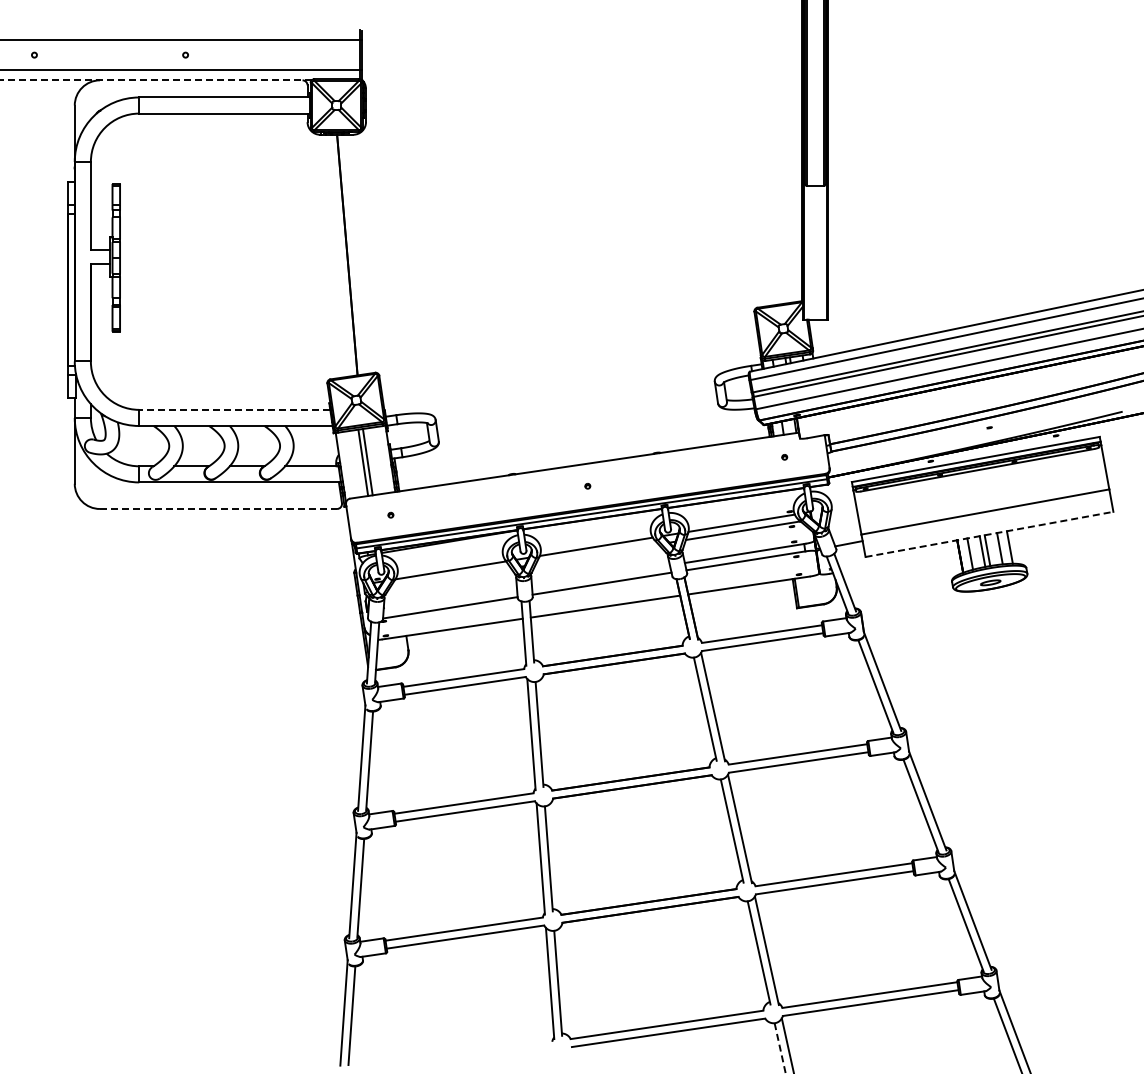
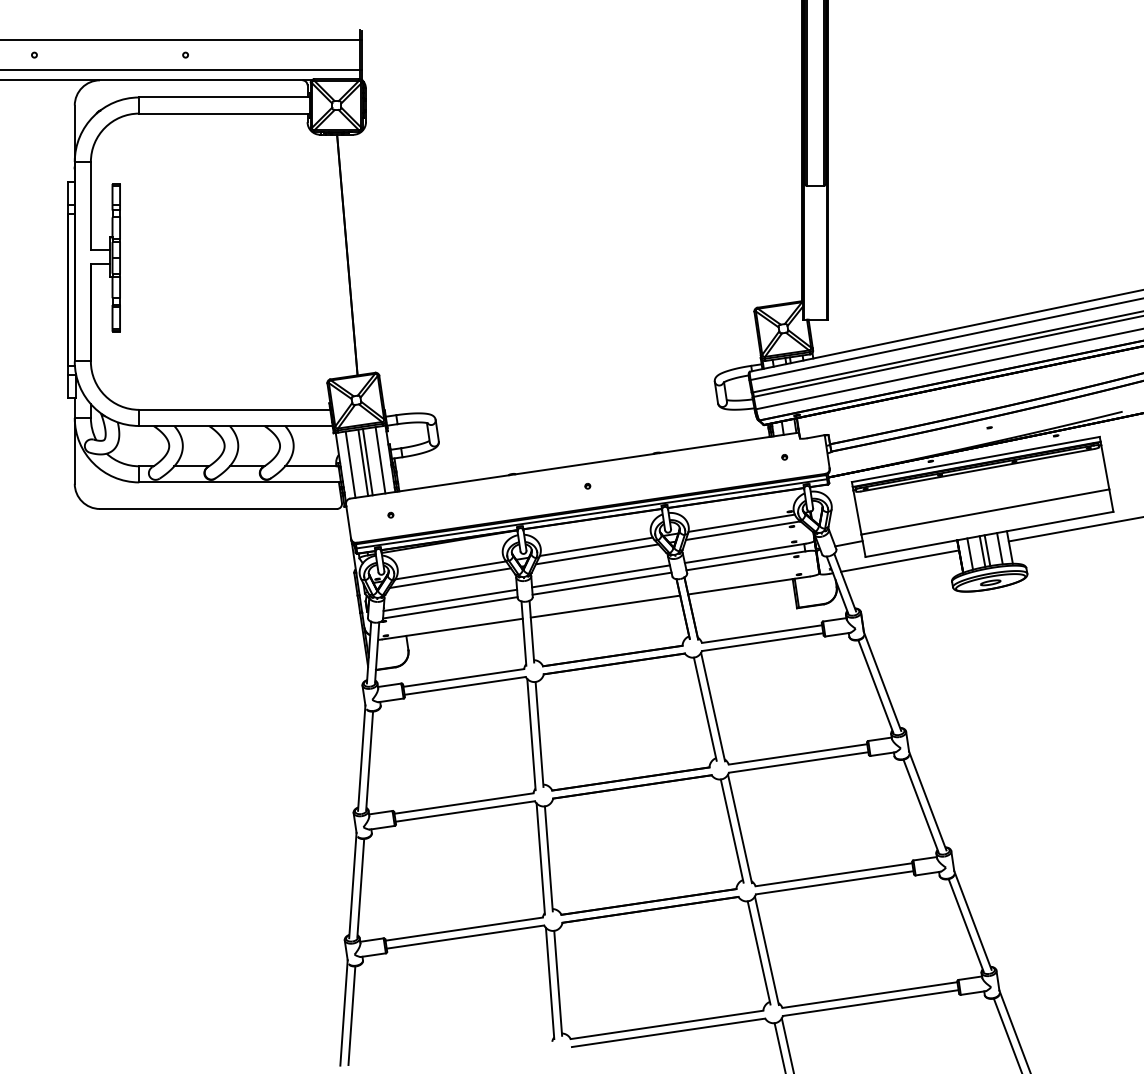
line at (155, 80): dashed -> solid
line at (234, 409): dashed -> solid
line at (380, 460): none -> present
line at (350, 464): none -> present
line at (218, 508): dashed -> solid
line at (1074, 529): none -> present
line at (989, 534): dashed -> solid
line at (596, 554): none -> present
line at (900, 560): none -> present
line at (600, 576): none -> present
line at (450, 578): none -> present
line at (450, 600): none -> present
line at (780, 1048): dashed -> solid
